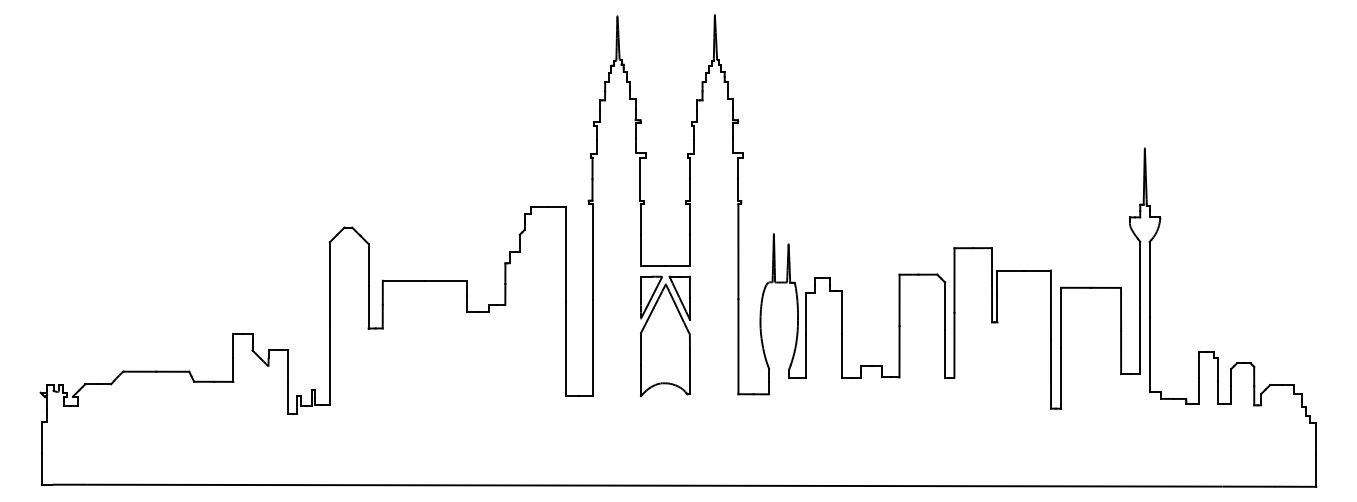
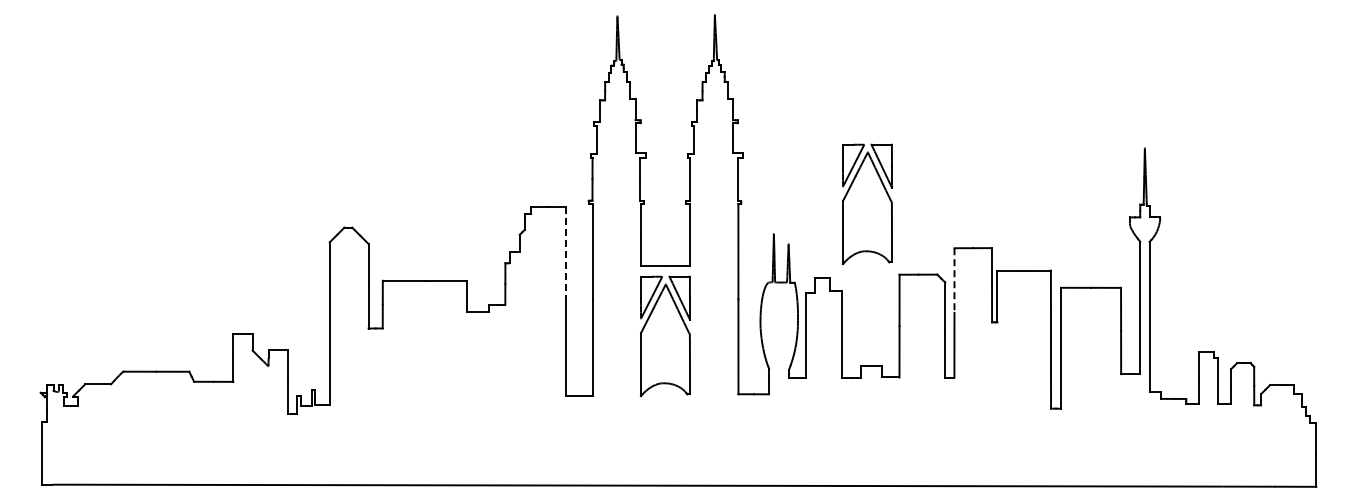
part at (866, 204): none -> present
line at (565, 254): solid -> dashed
line at (954, 281): solid -> dashed
